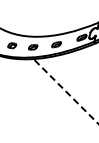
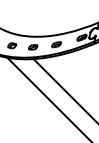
line at (66, 91): dashed -> solid
line at (48, 98): none -> present
